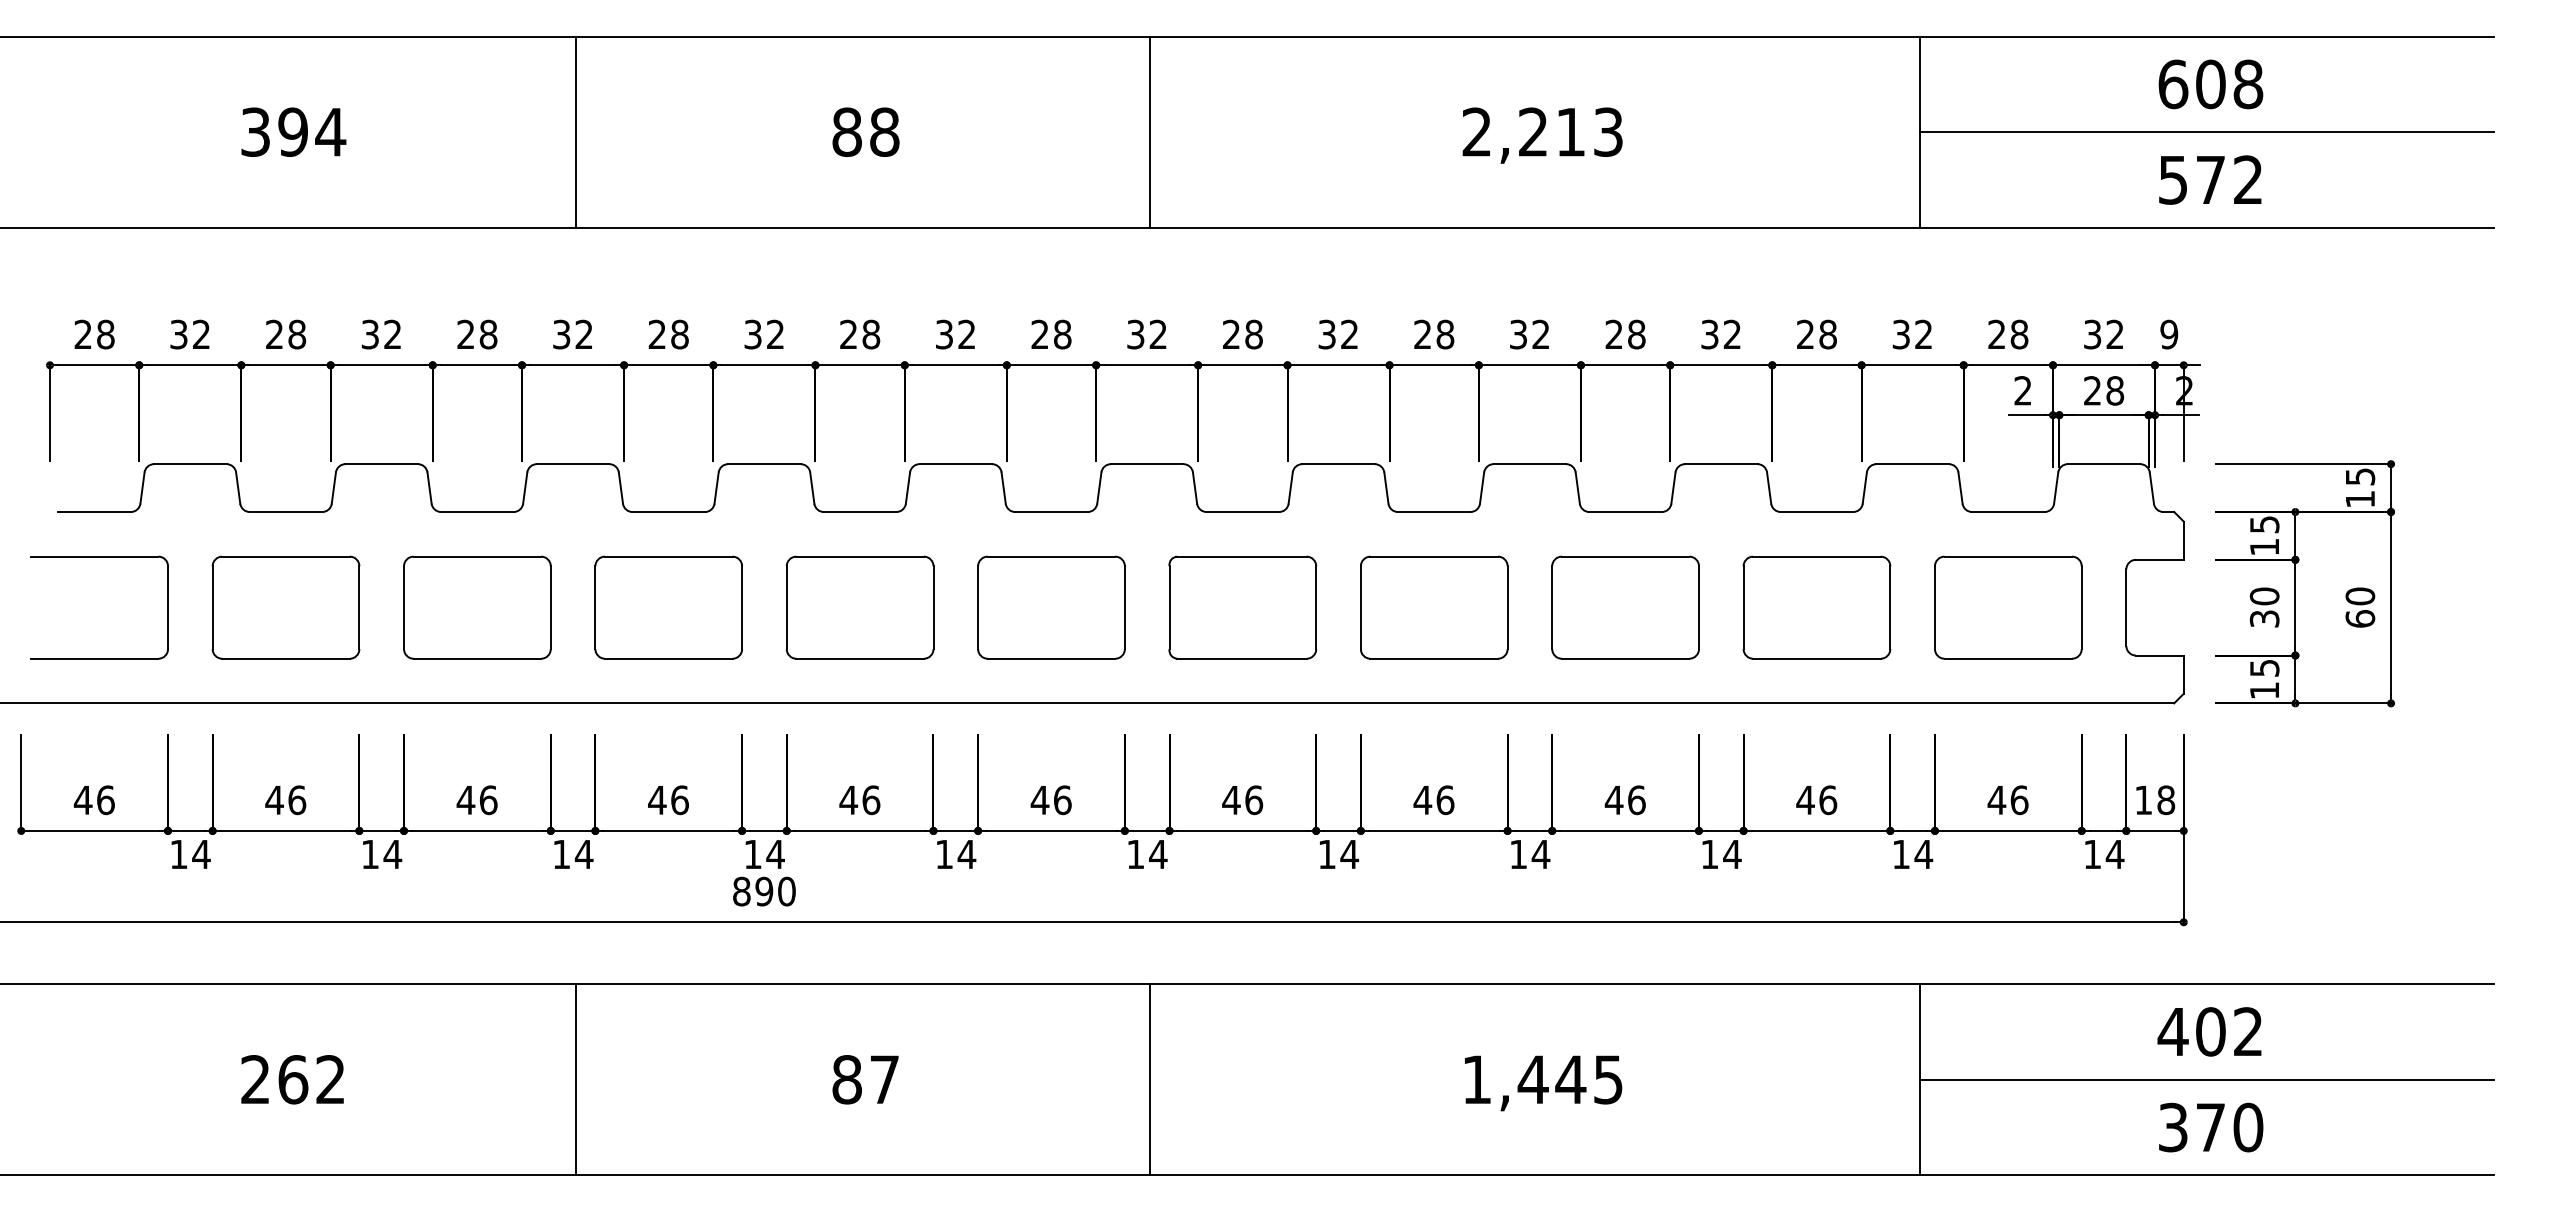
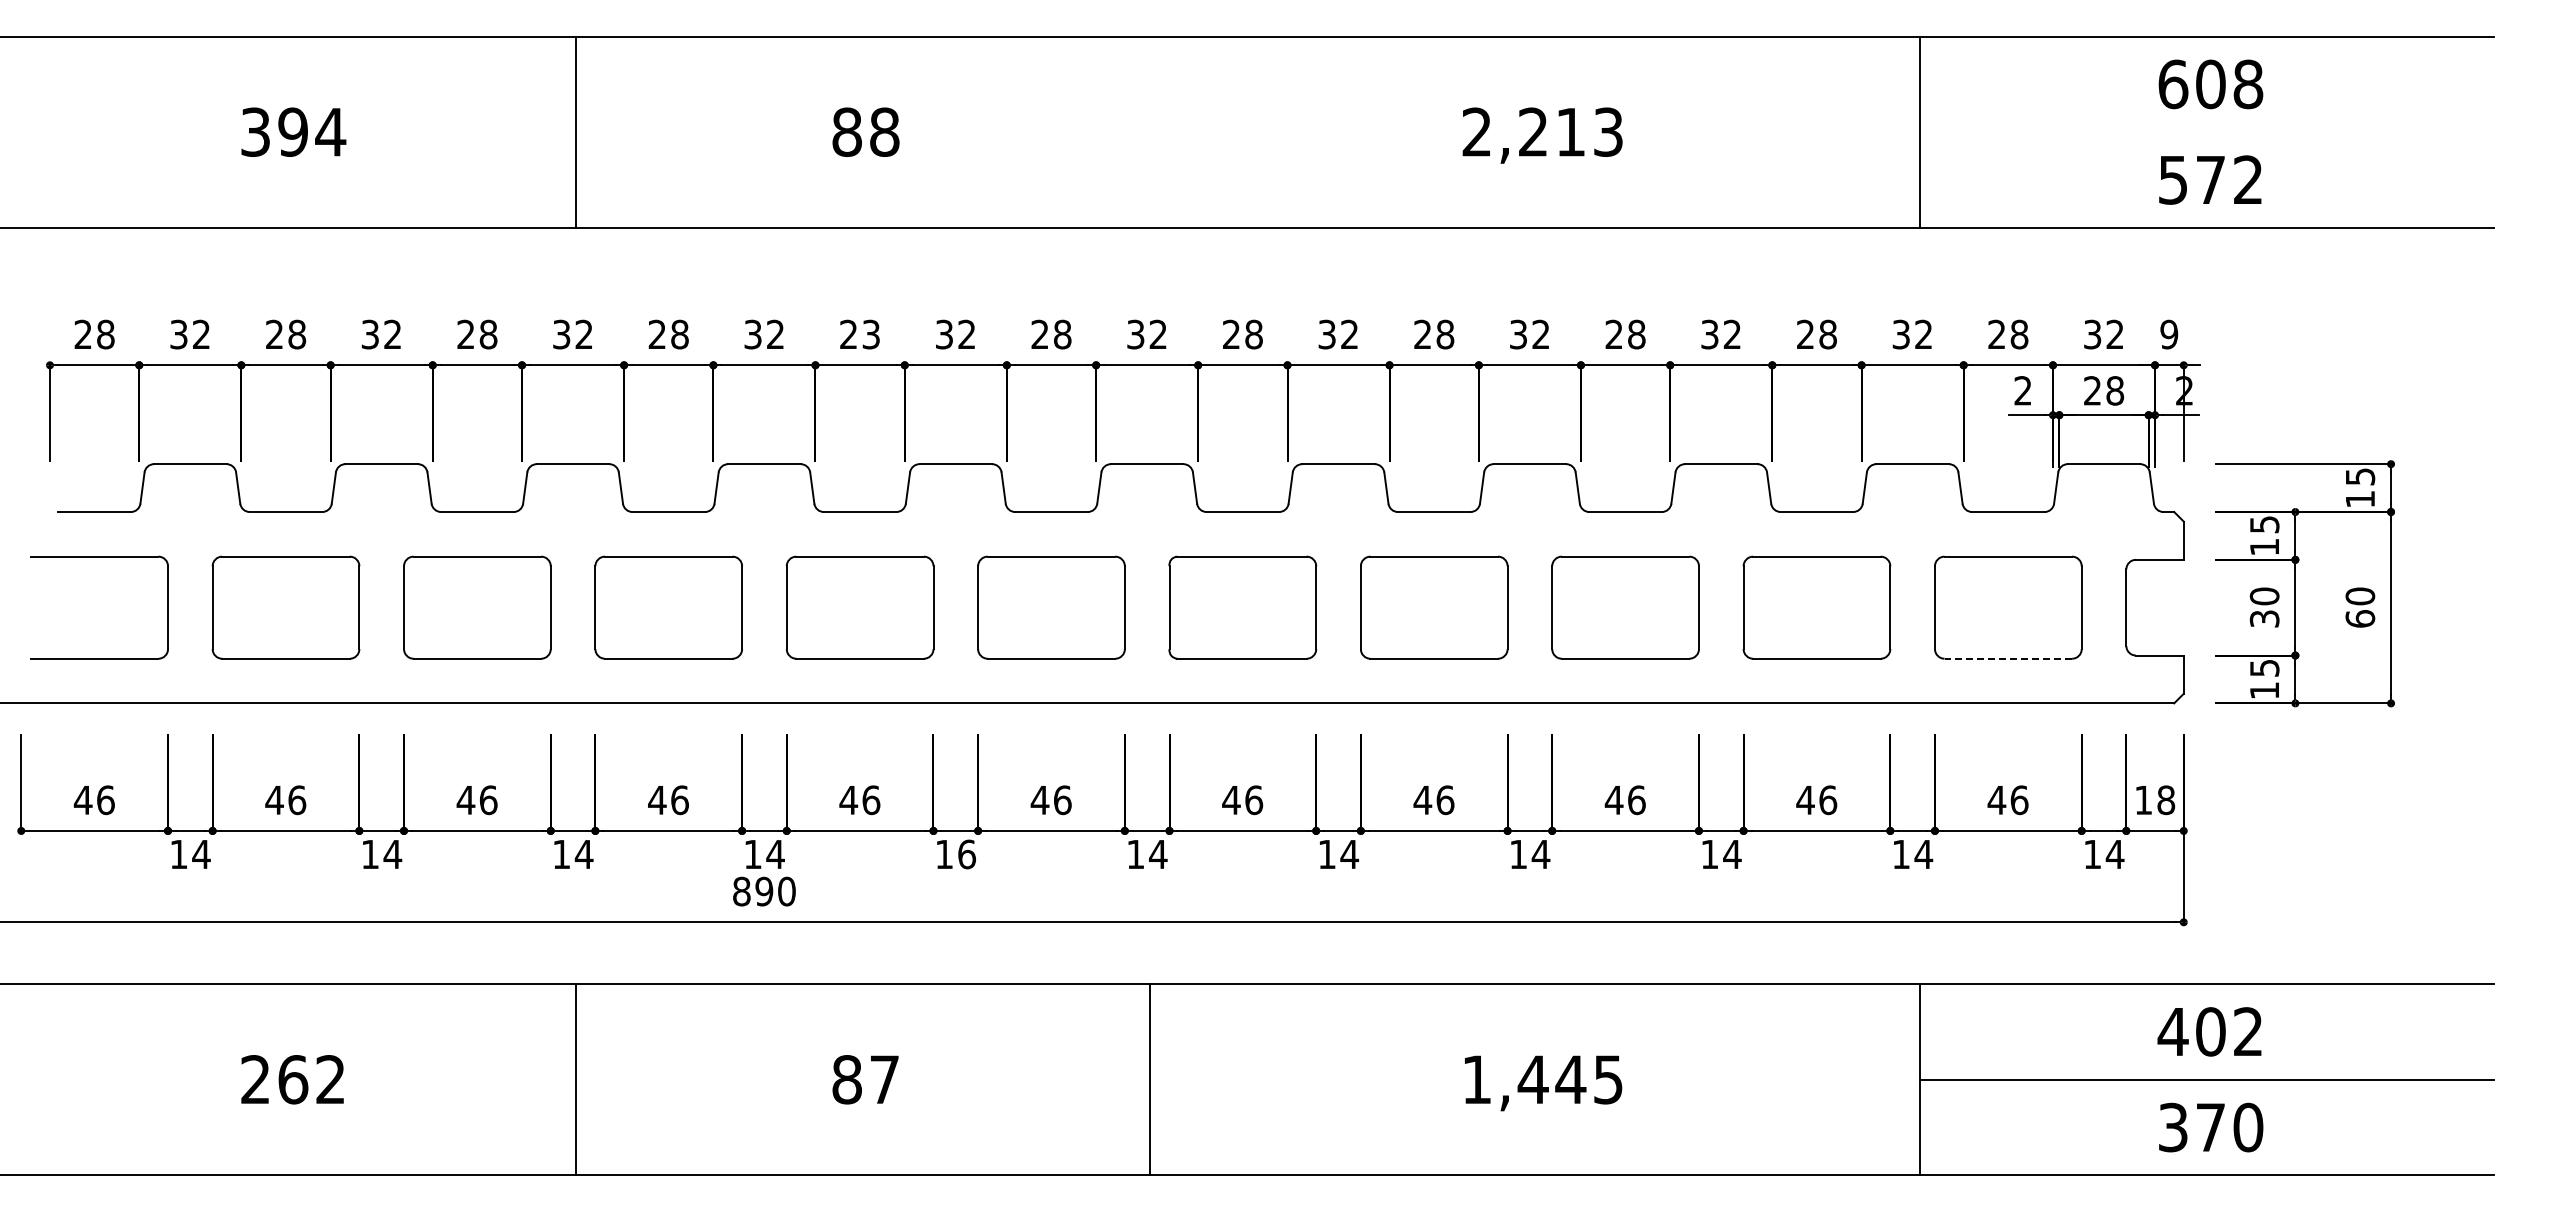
line at (1150, 131): present -> none
line at (2206, 132): present -> none
text at (871, 334): 28 -> 23
line at (2008, 658): solid -> dashed
text at (966, 854): 14 -> 16
